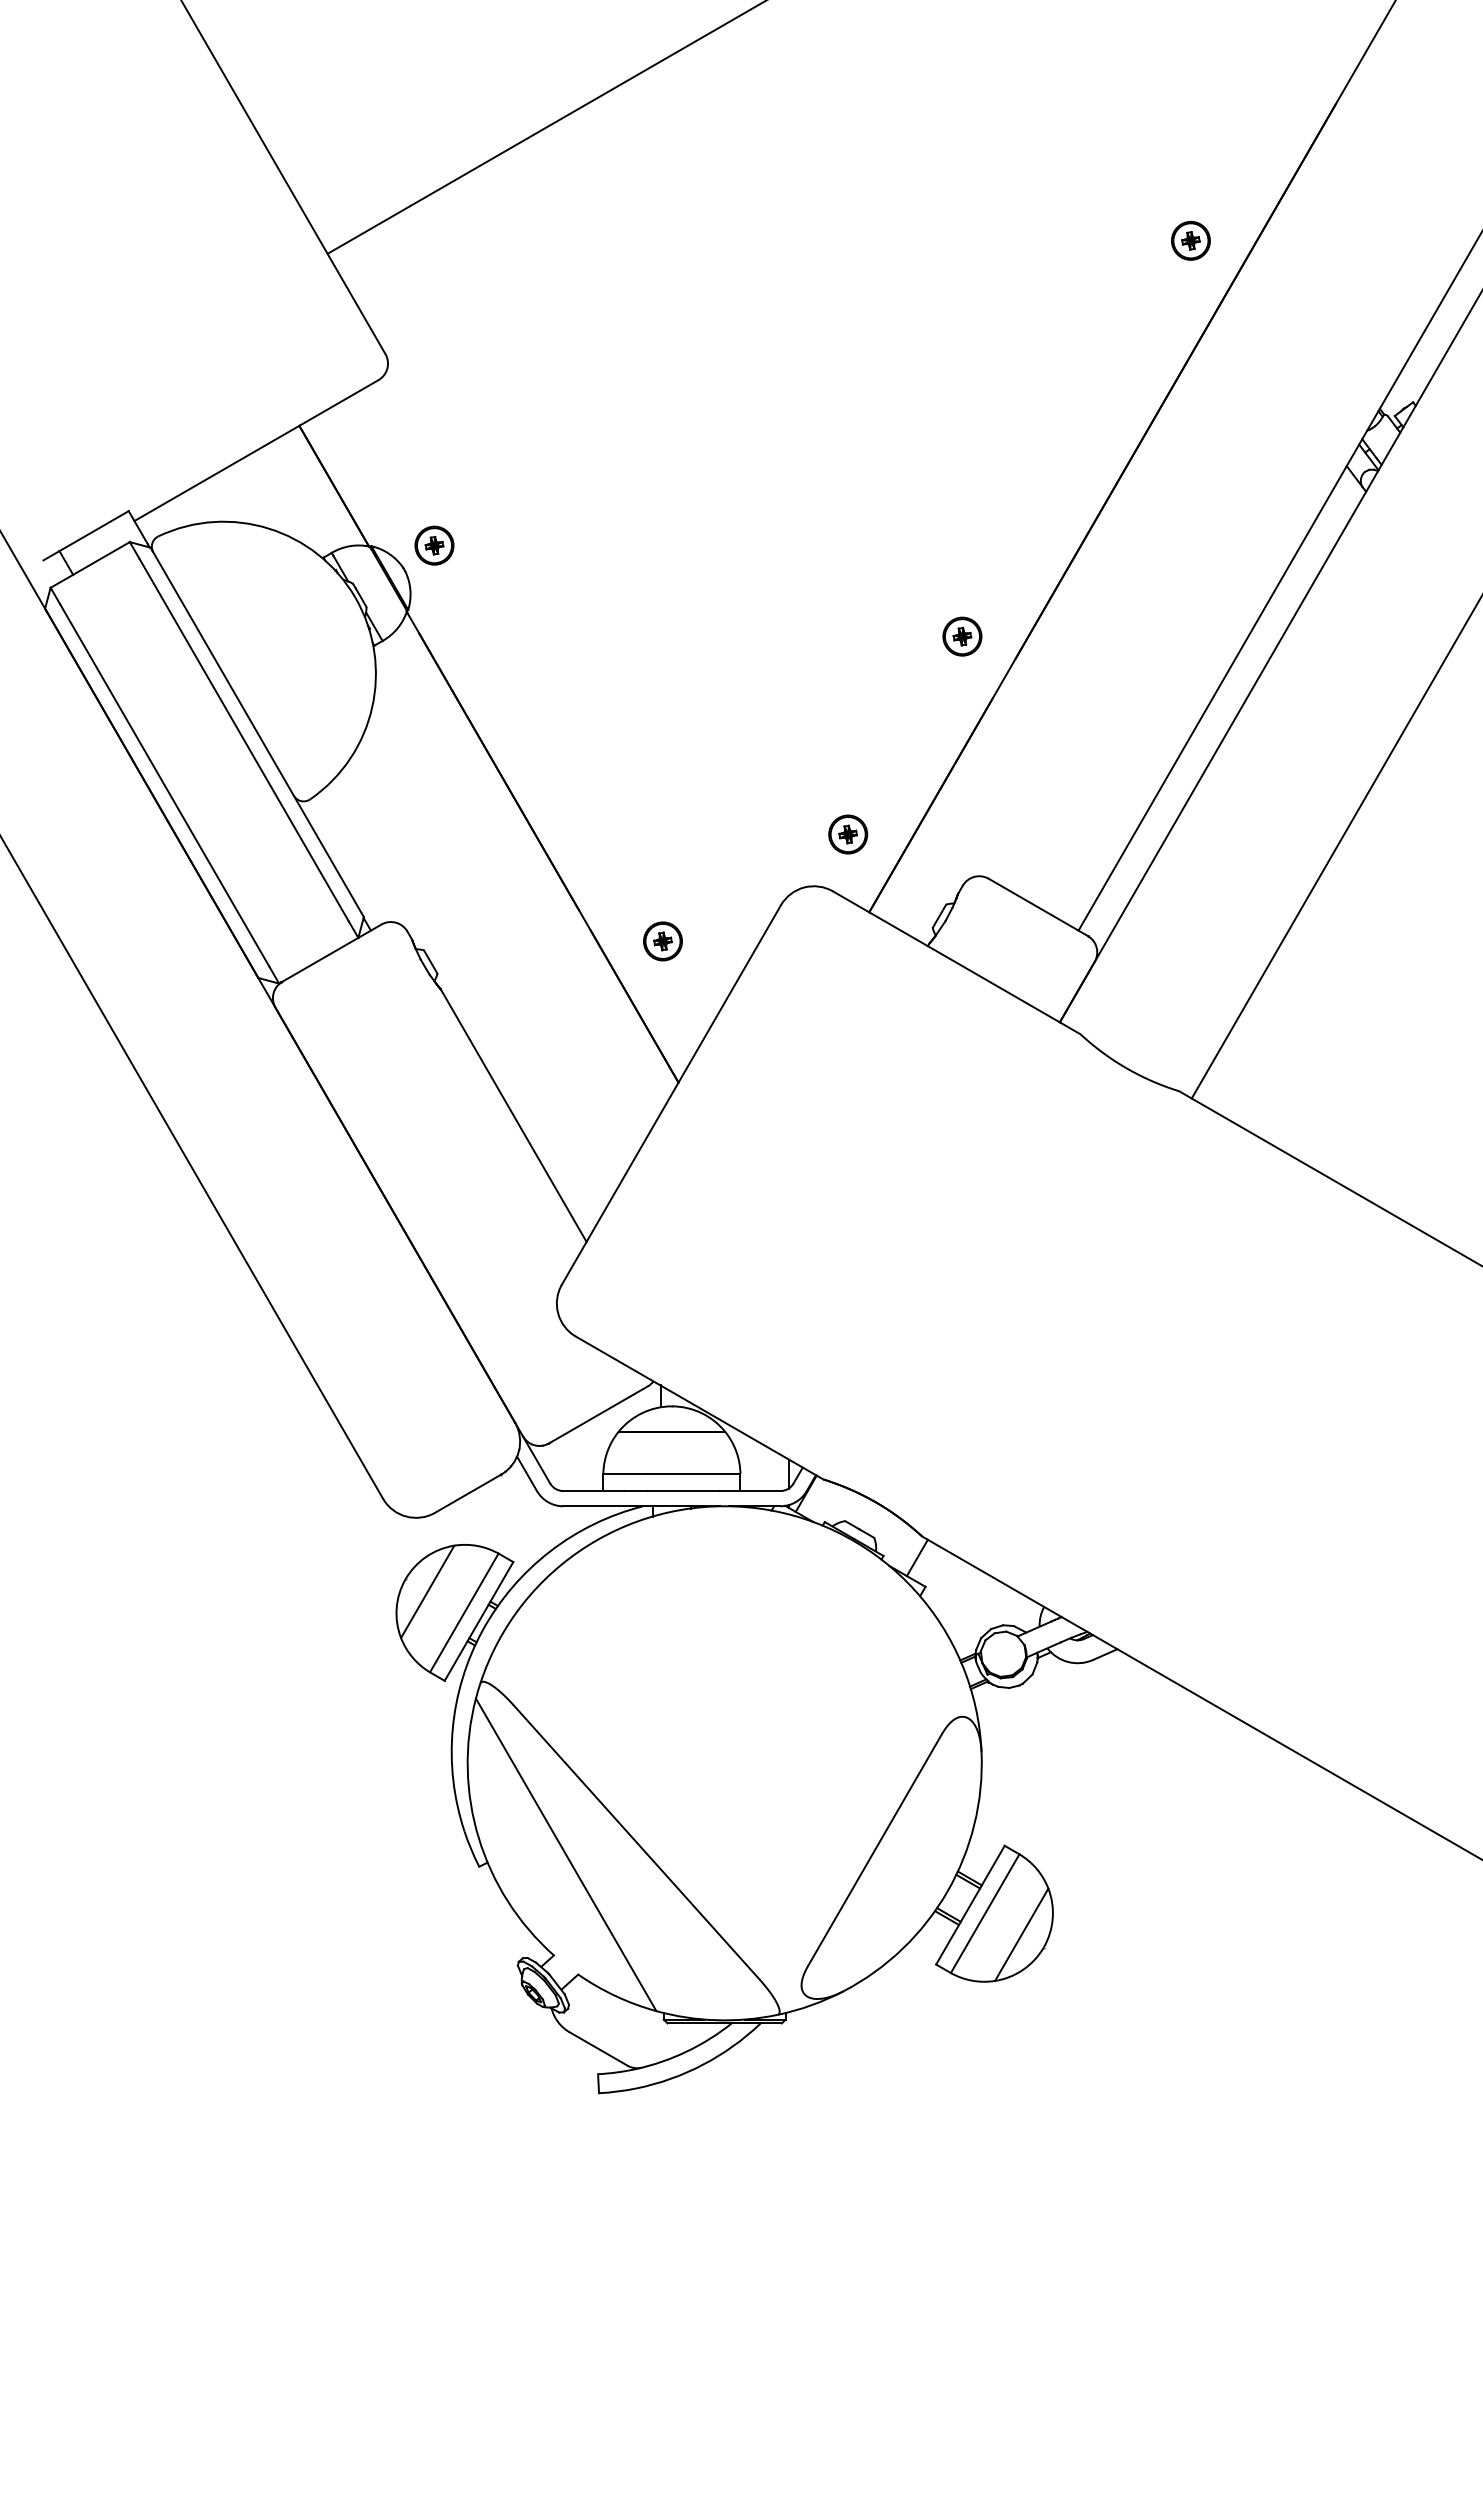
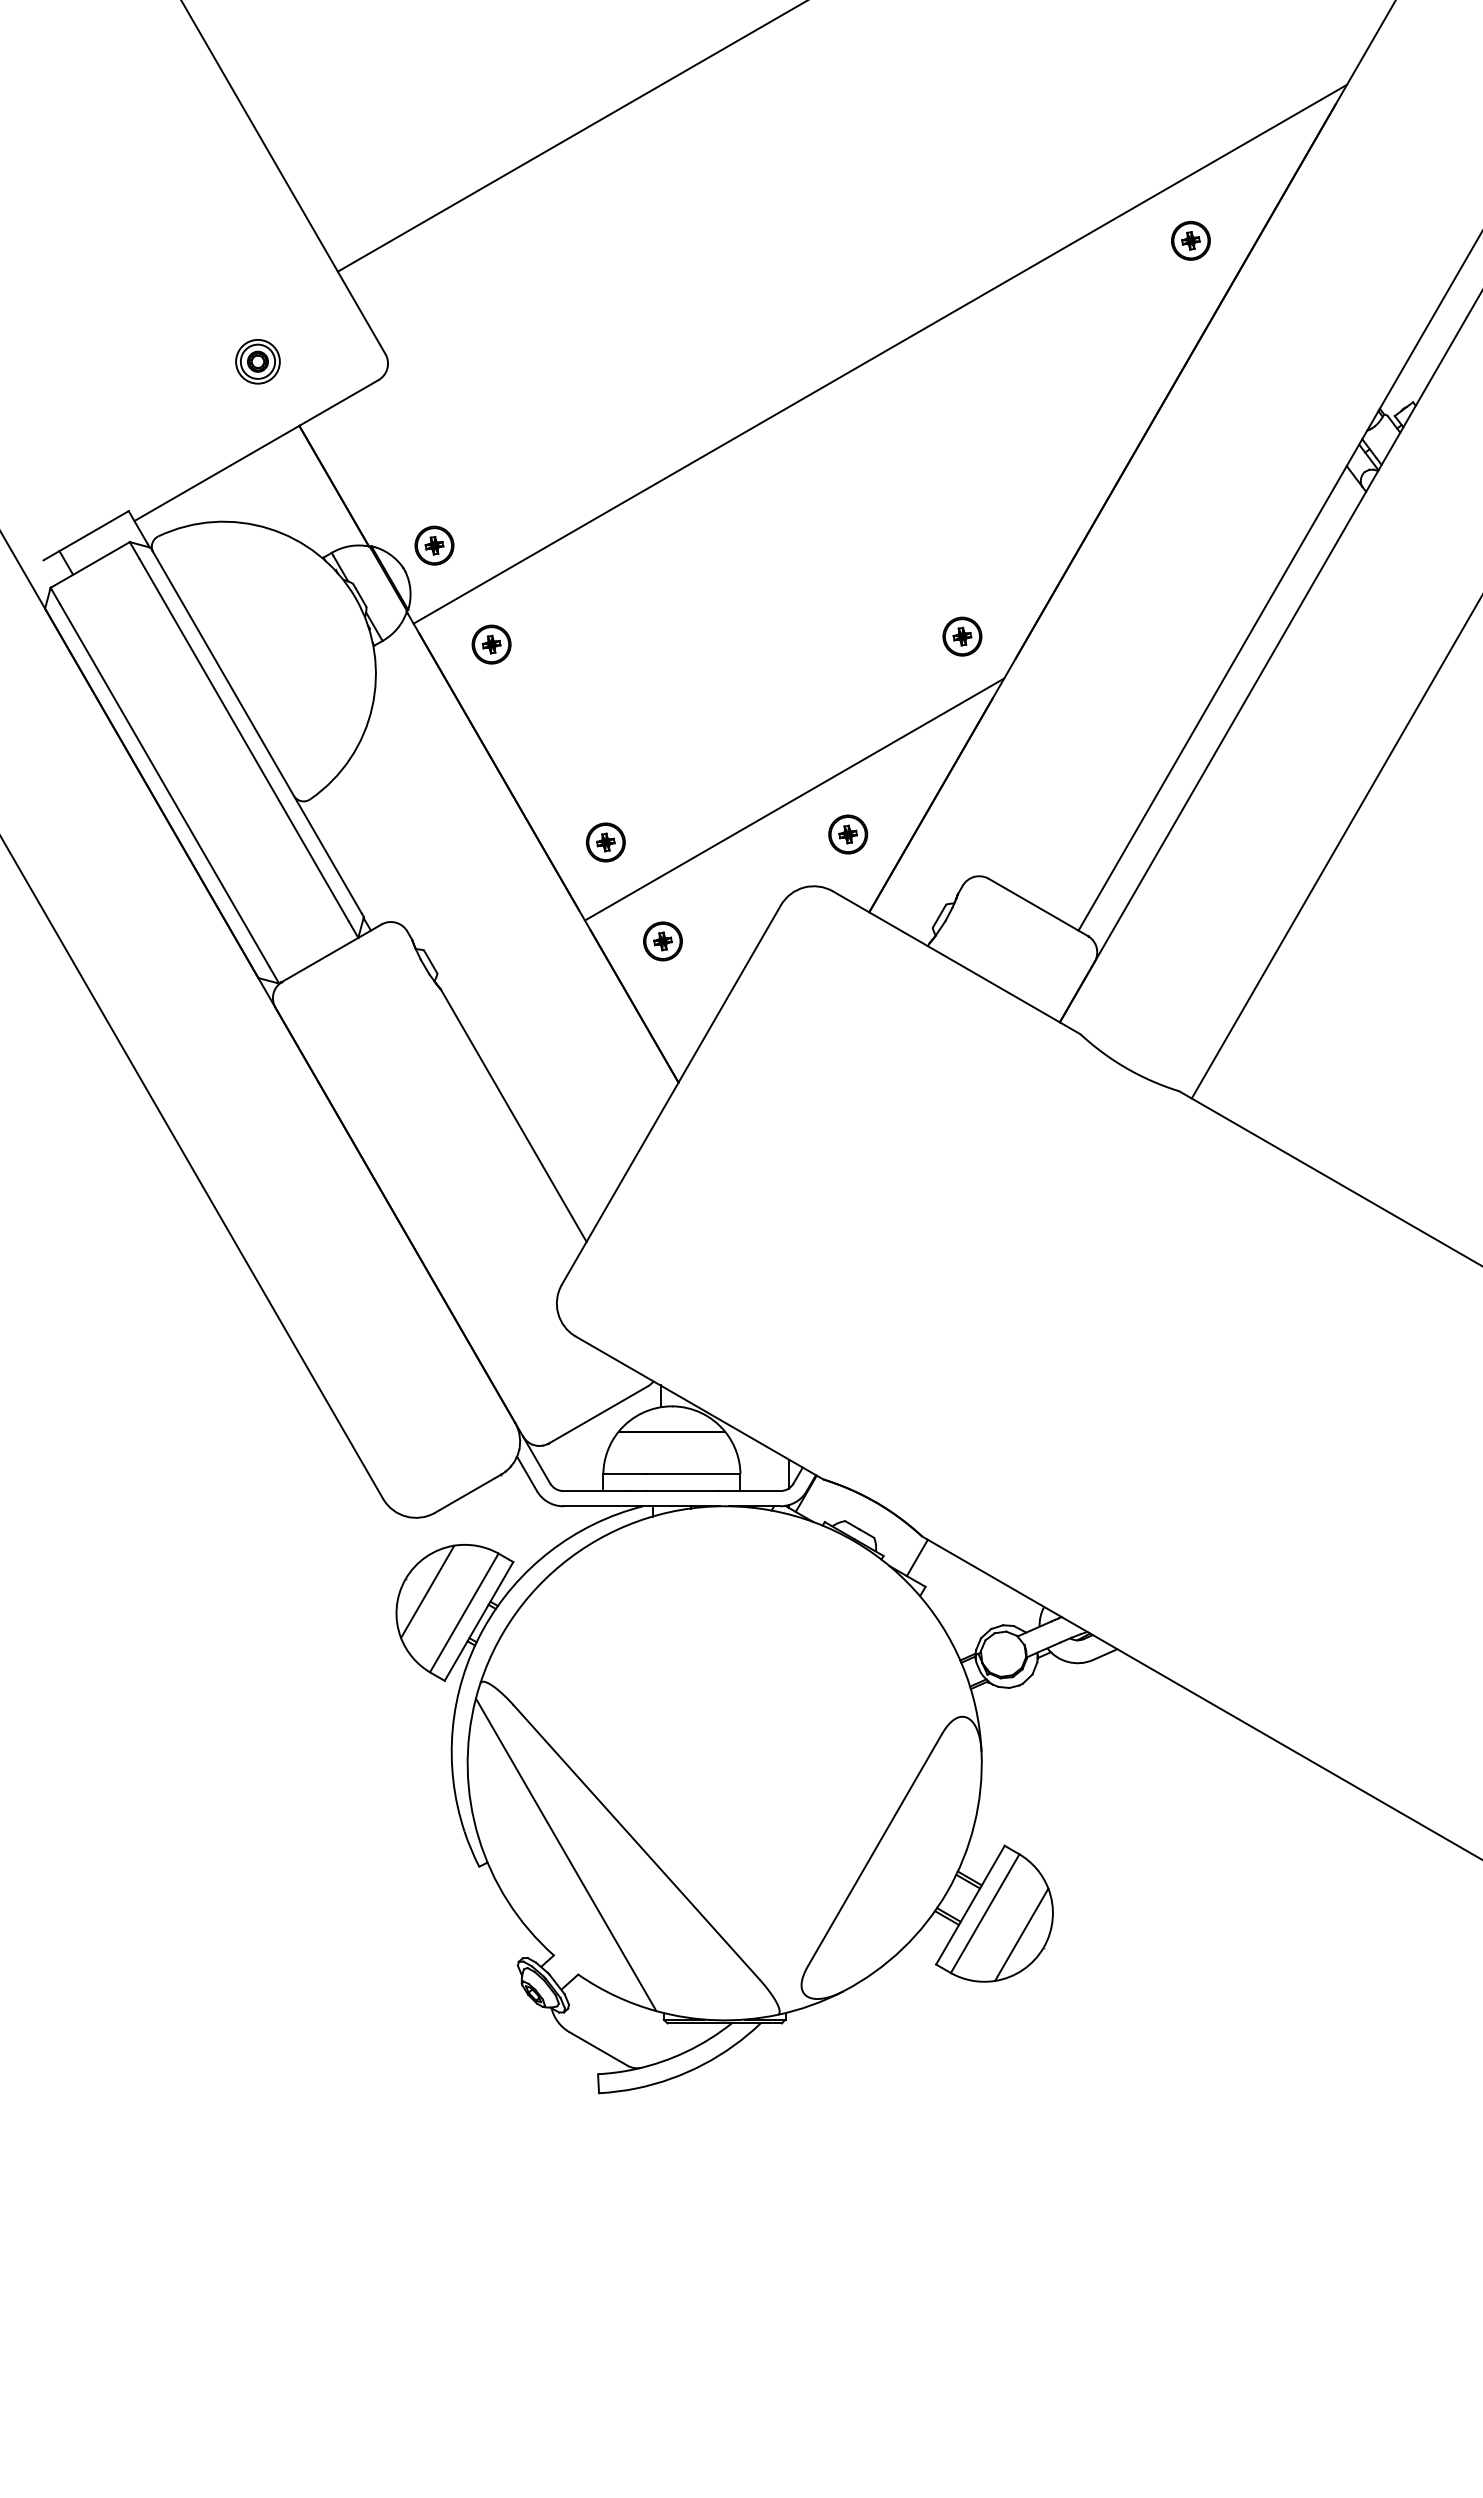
line at (545, 127) position: (545, 127) -> (570, 136)
line at (880, 353): none -> present
part at (257, 361): none -> present
part at (491, 644): none -> present
line at (794, 799): none -> present
part at (605, 842): none -> present
